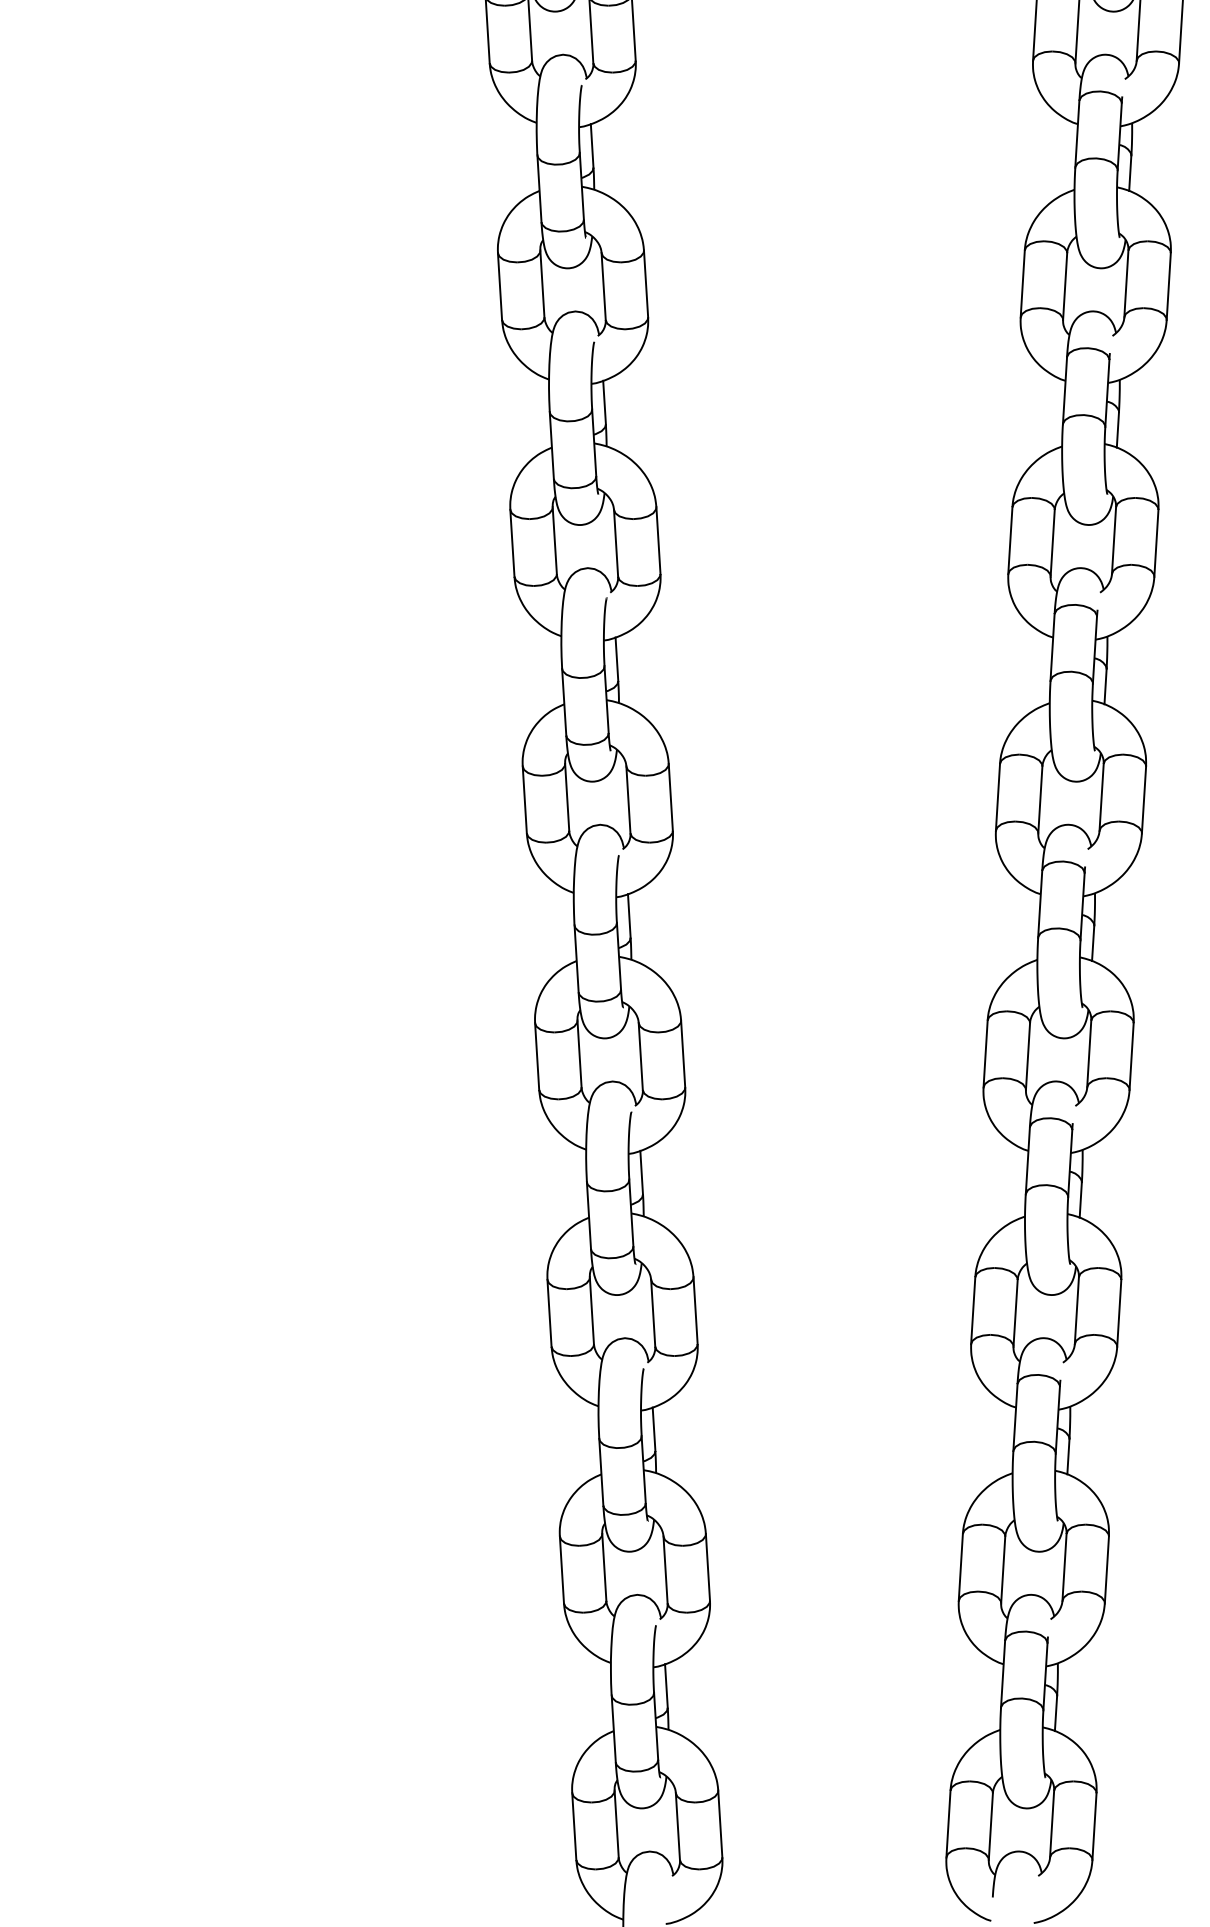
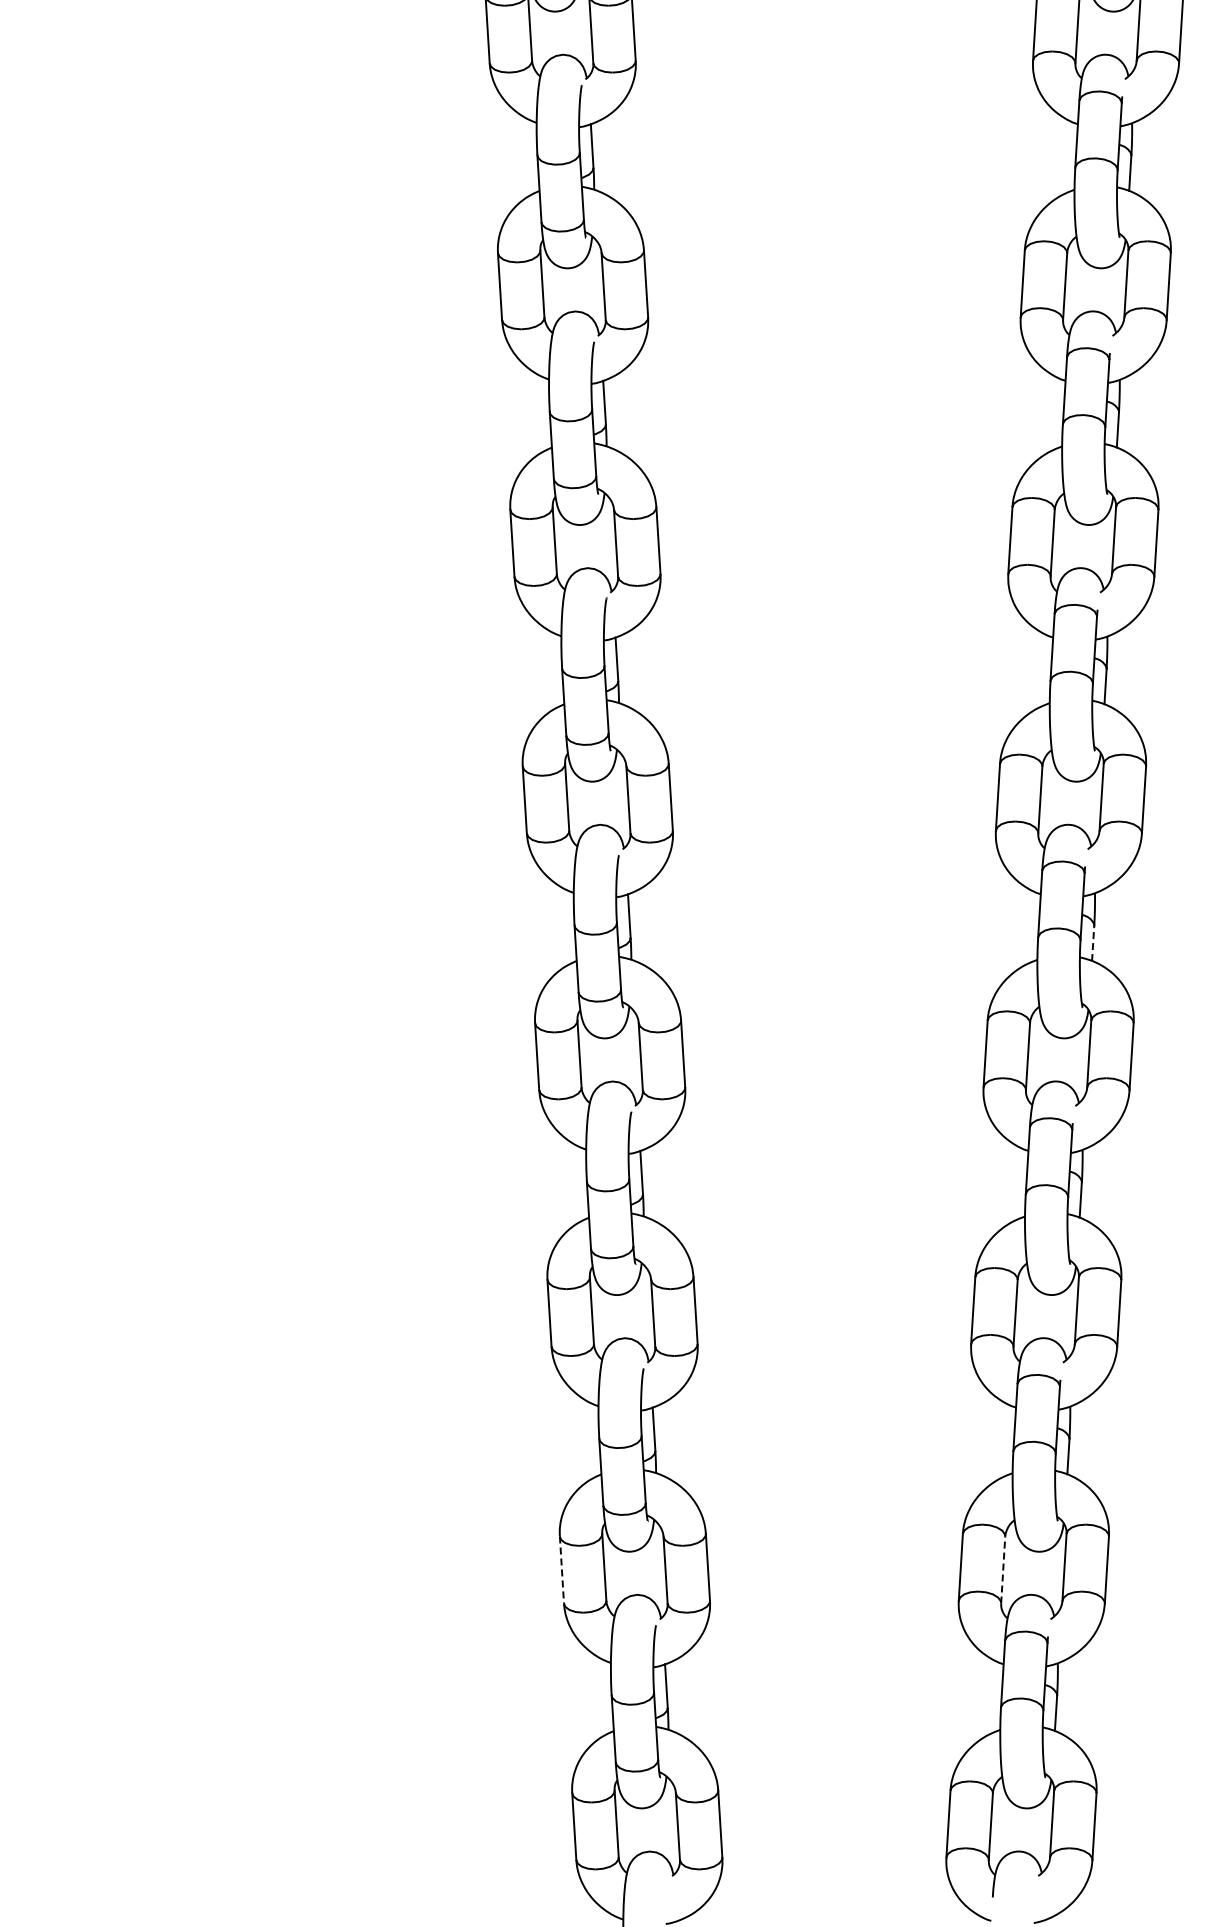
line at (1093, 943): solid -> dashed
line at (561, 1570): solid -> dashed
line at (1003, 1570): solid -> dashed
